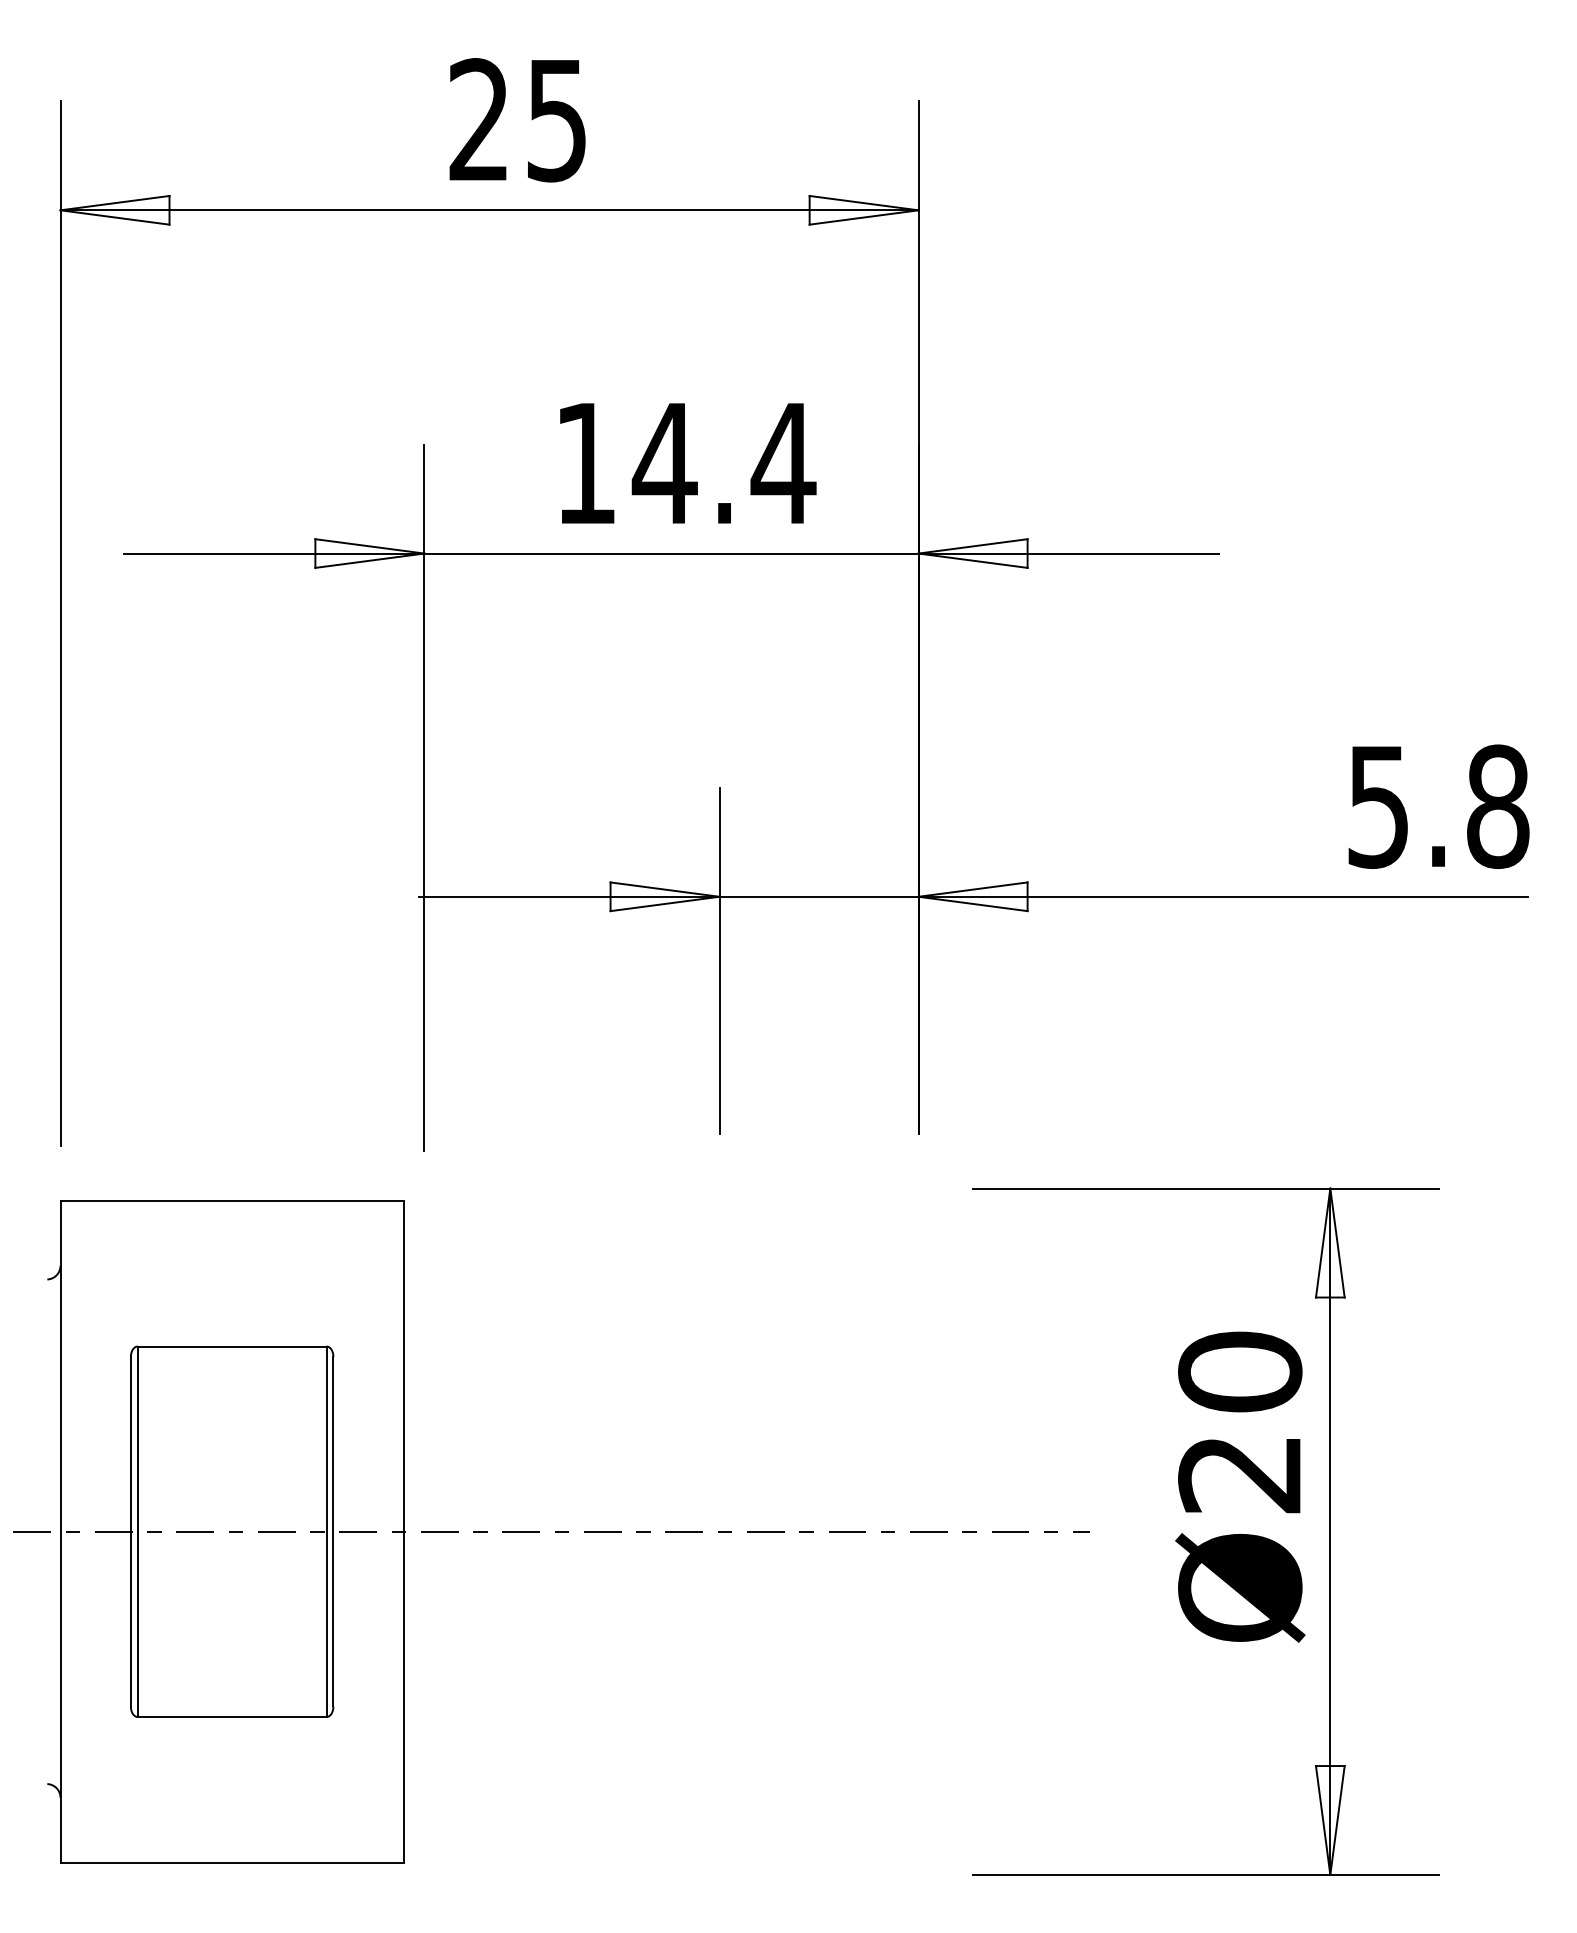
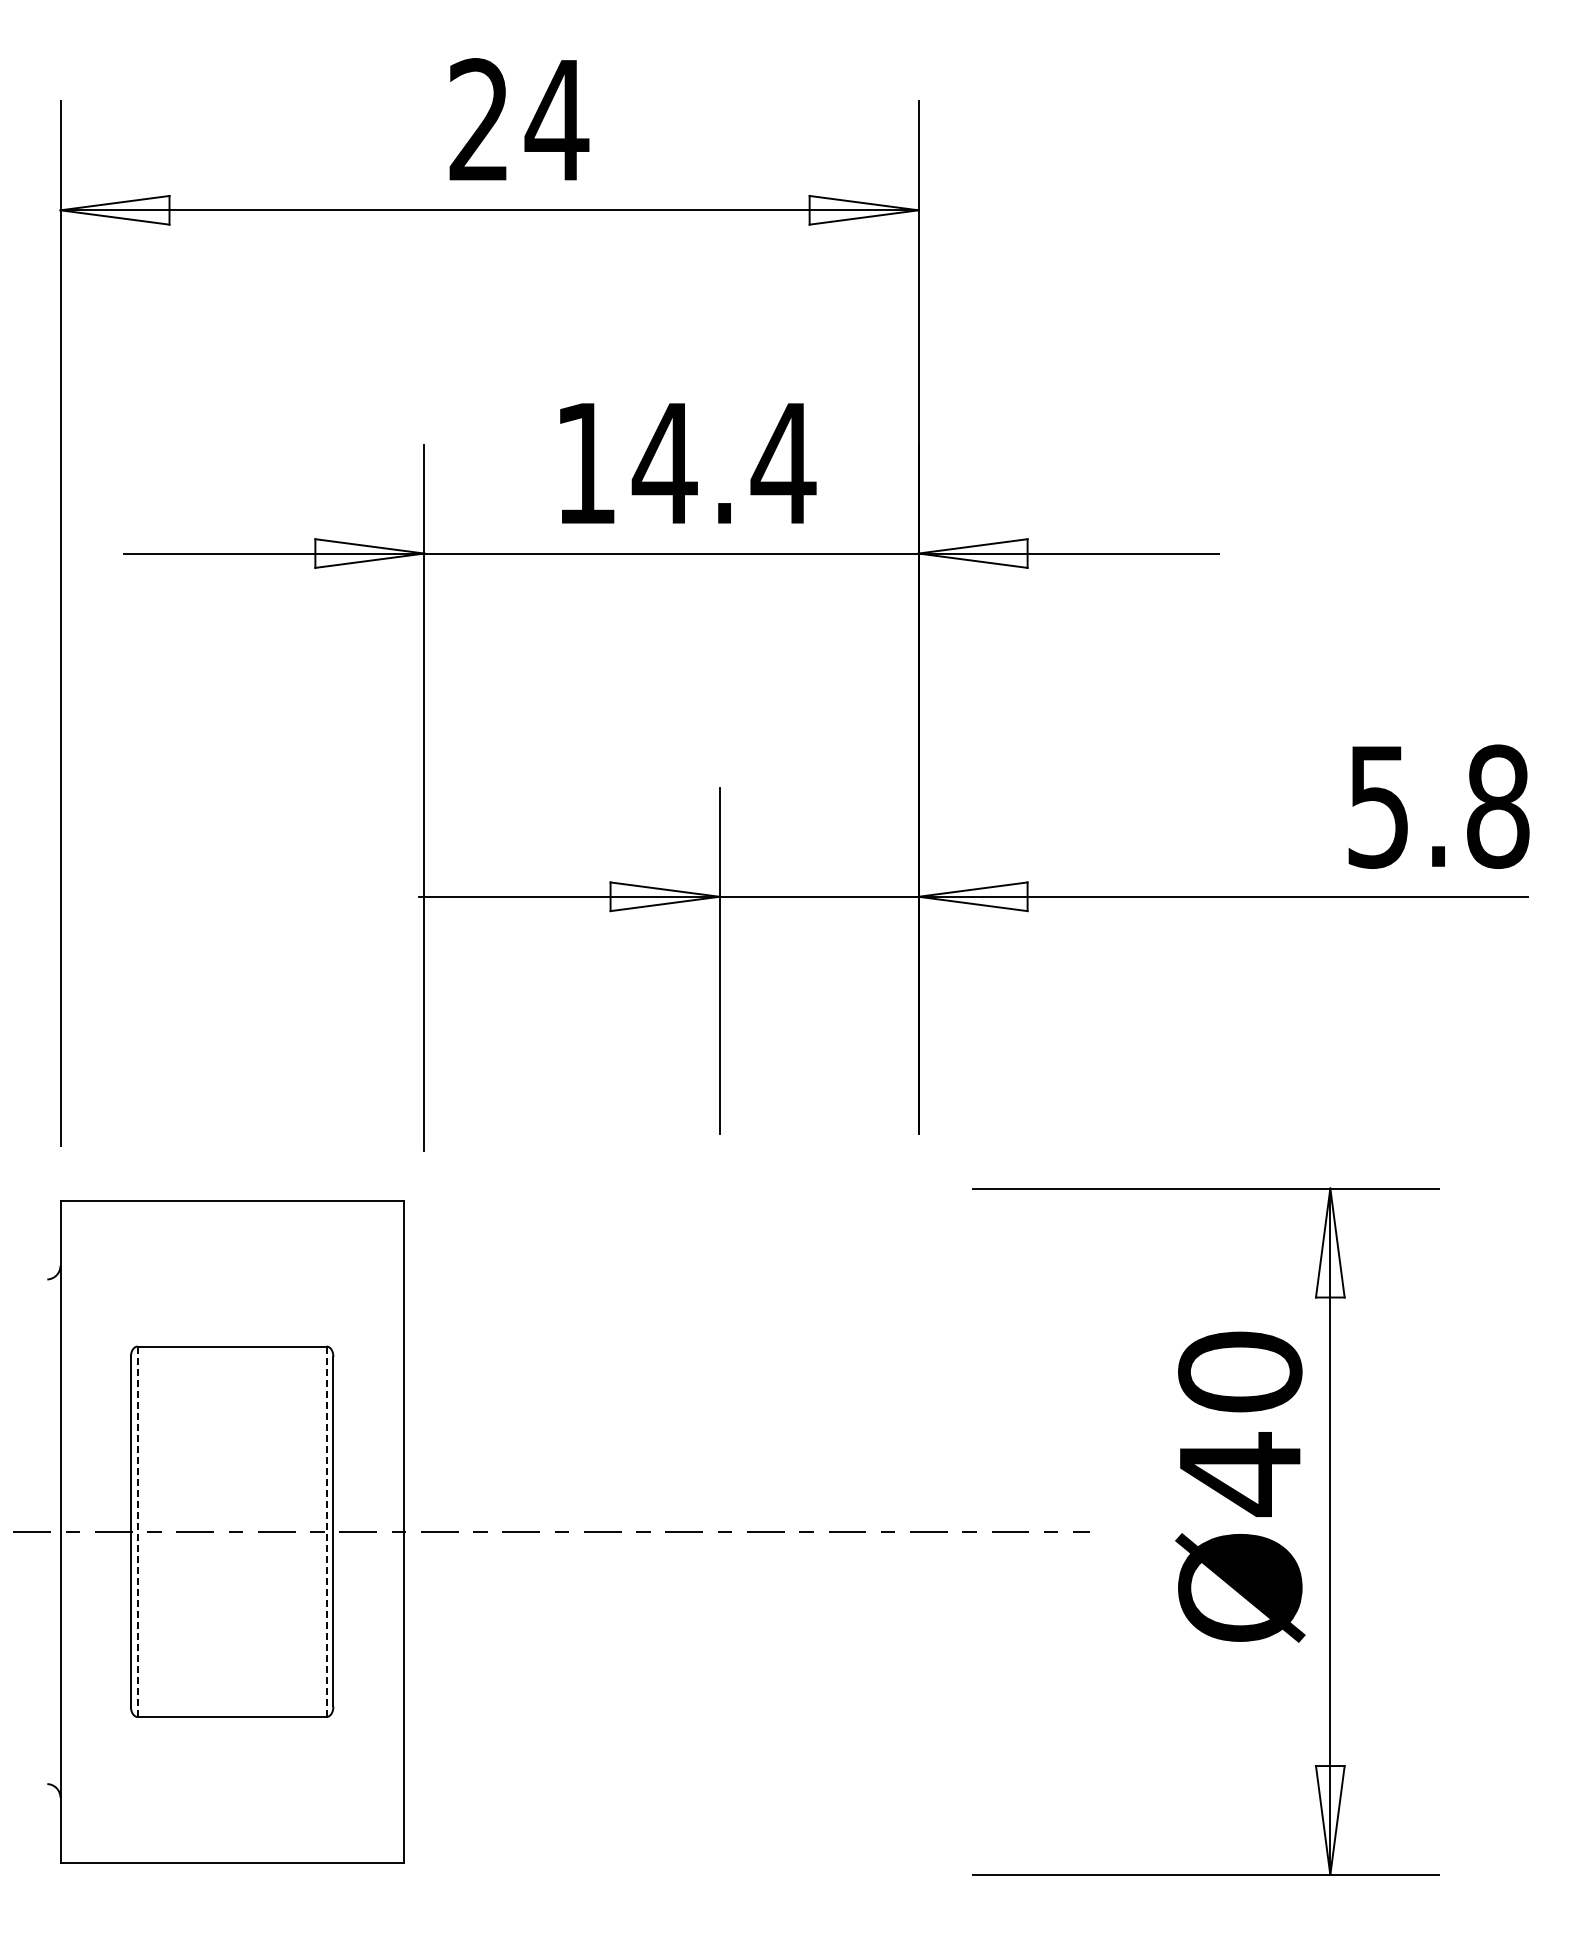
text at (556, 121): 25 -> 24
text at (1239, 1474): Ø20 -> Ø40
line at (326, 1531): solid -> dashed
line at (137, 1532): solid -> dashed
